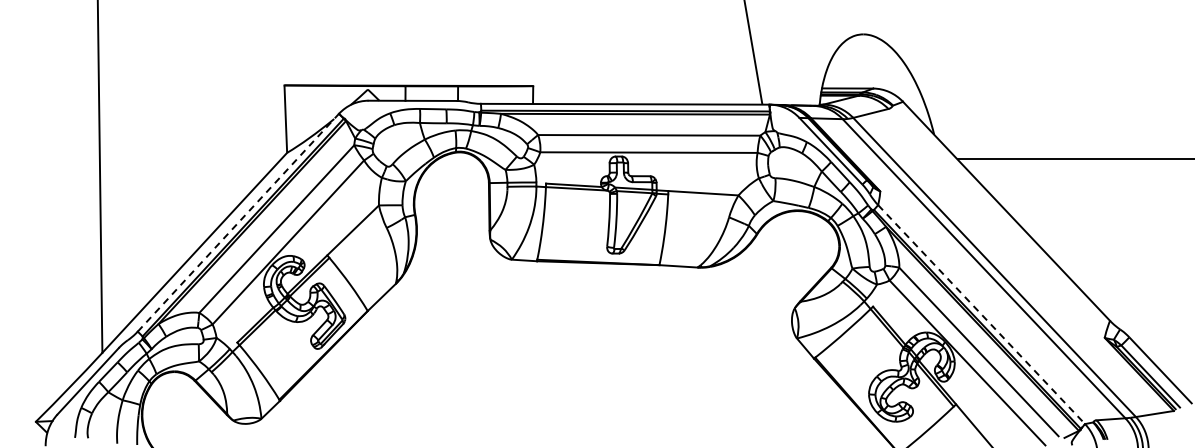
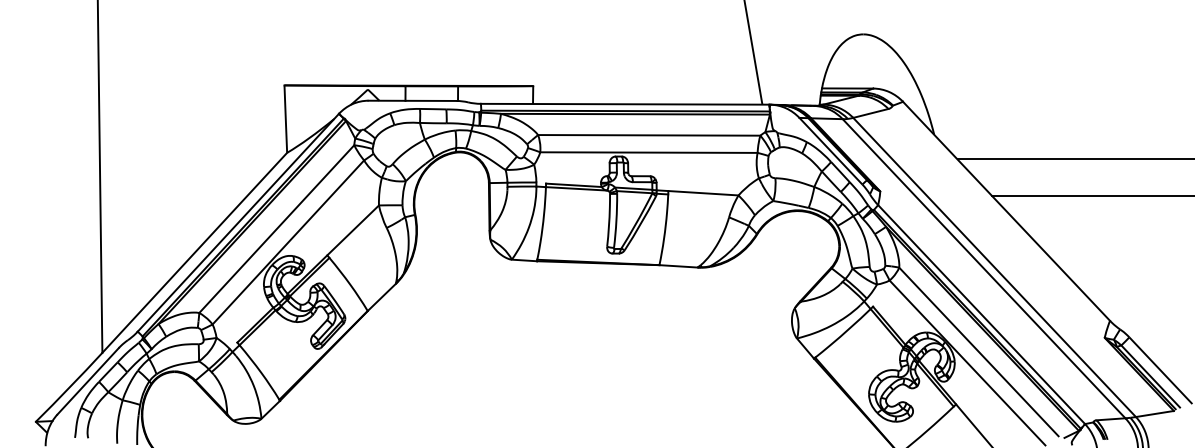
line at (1091, 195): none -> present
line at (238, 222): dashed -> solid
line at (981, 314): dashed -> solid
